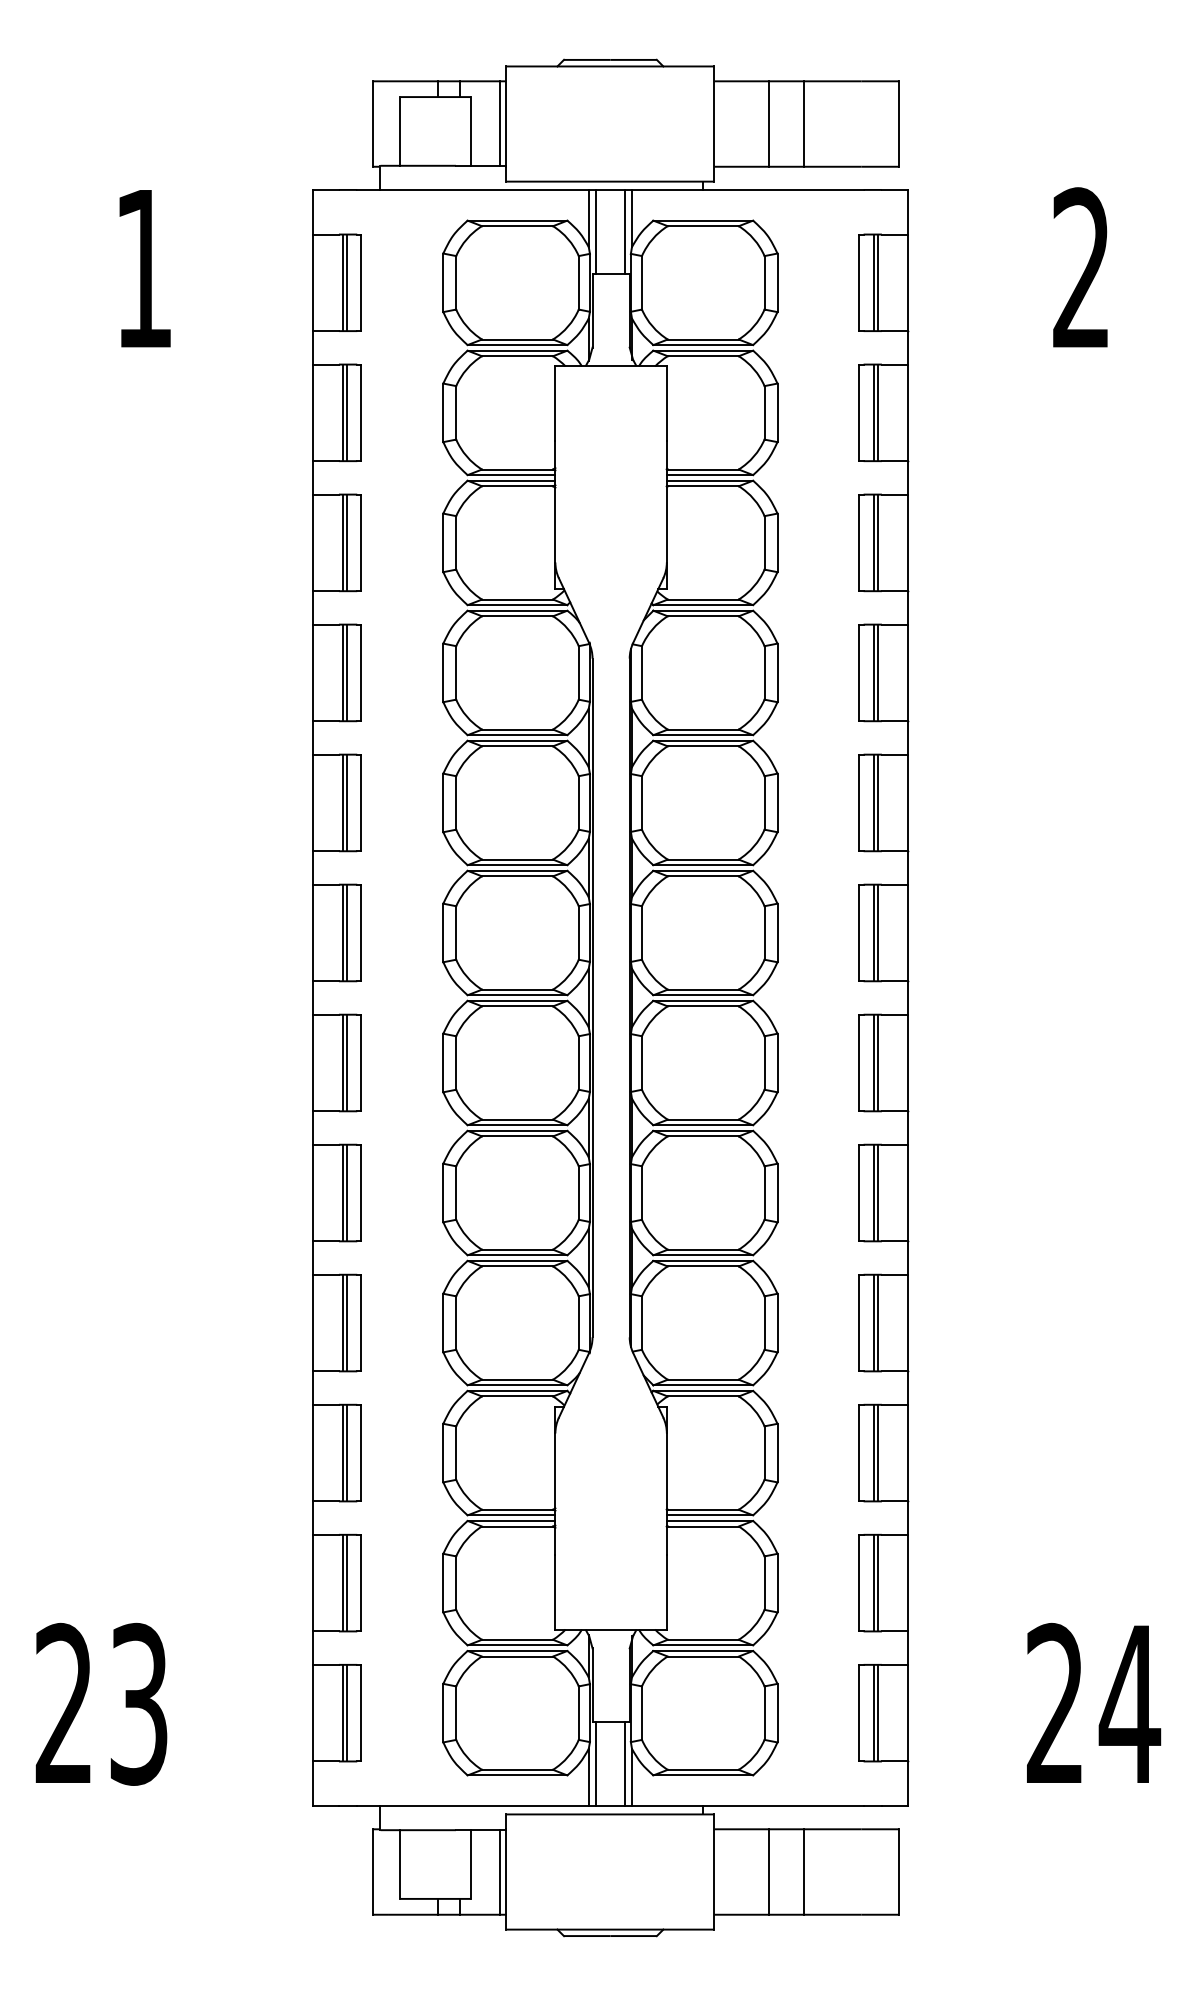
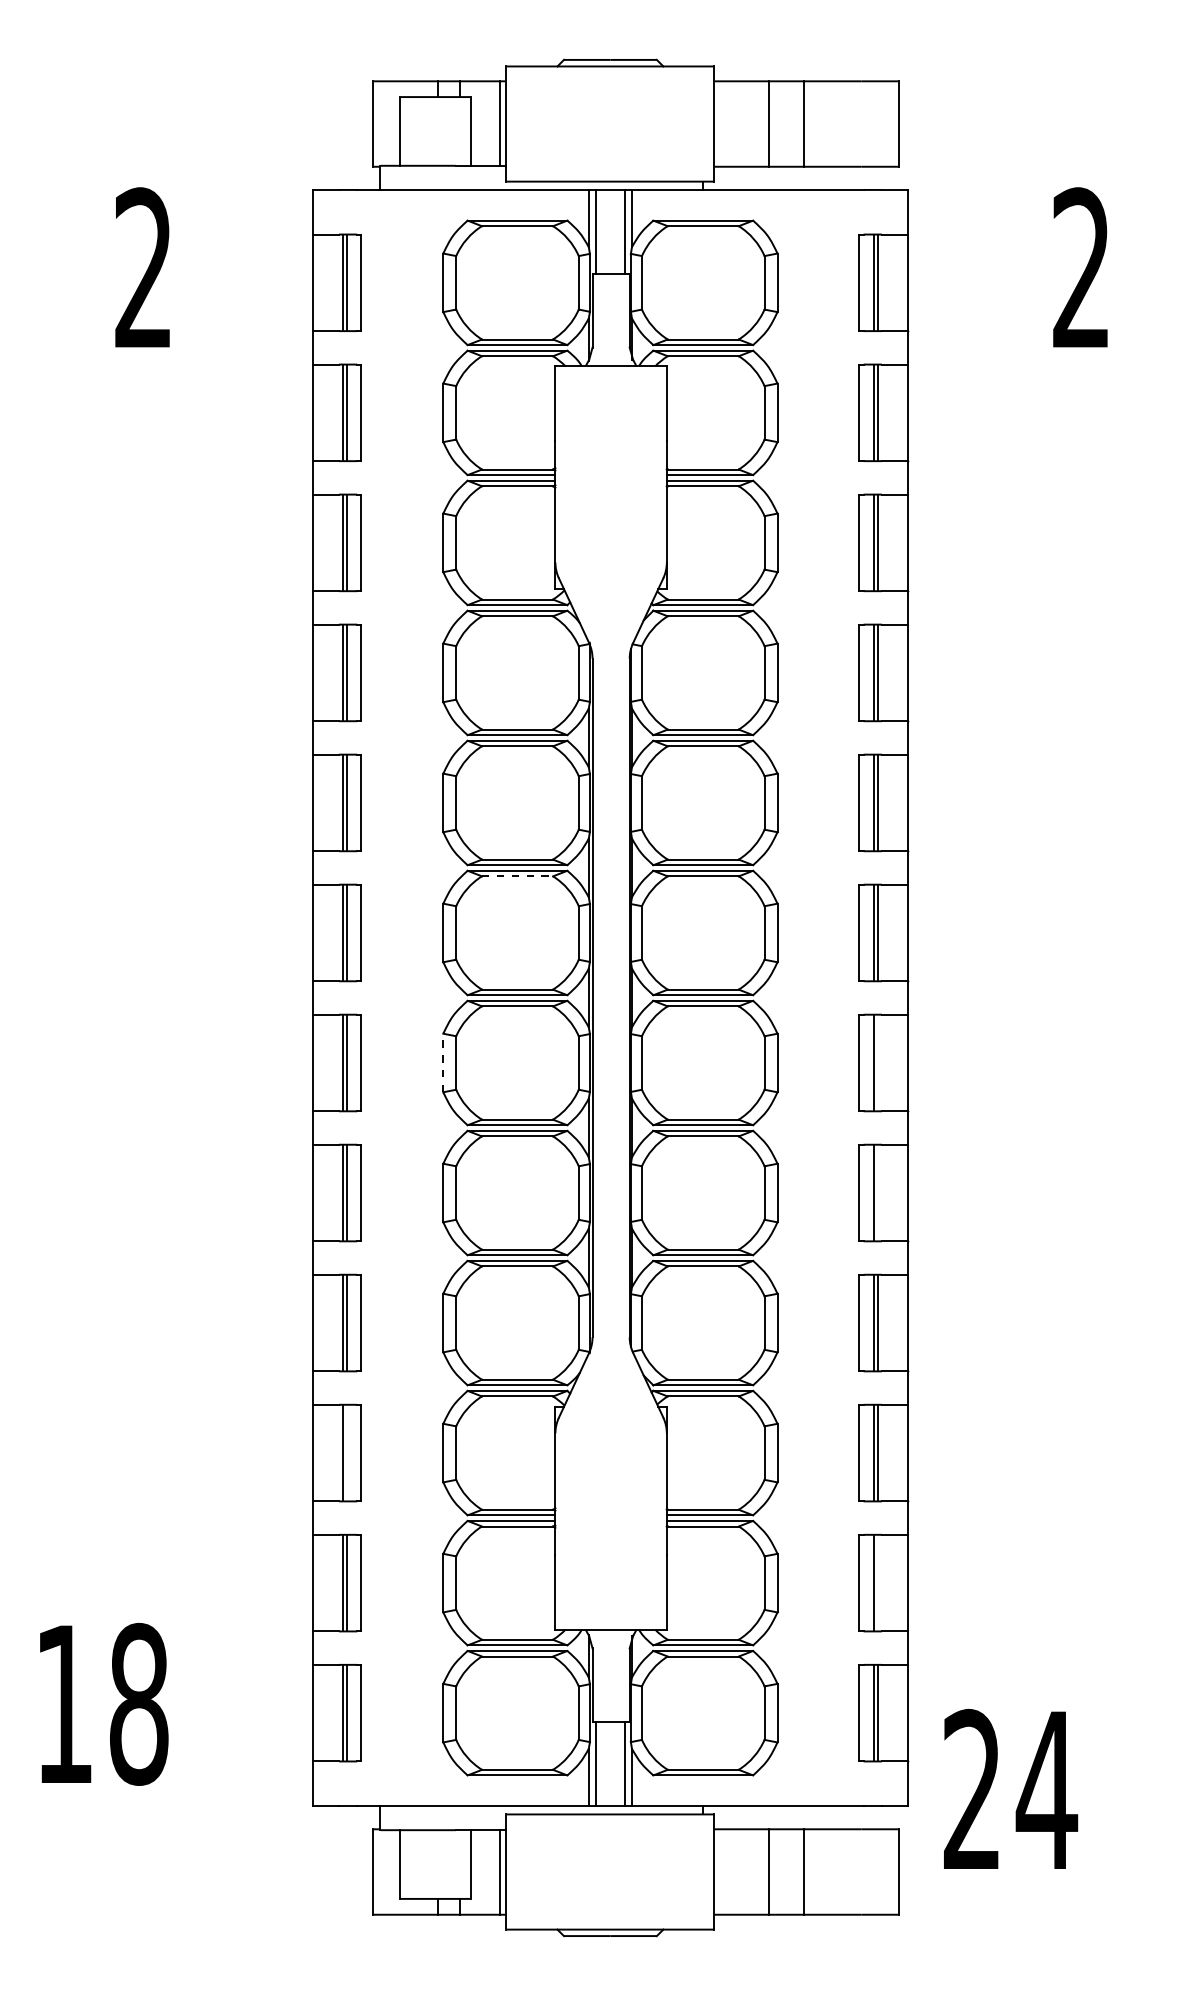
text at (142, 267): 1 -> 2
line at (517, 876): solid -> dashed
line at (443, 1062): solid -> dashed
line at (877, 1062): present -> none
line at (877, 1192): present -> none
line at (346, 1452): present -> none
line at (877, 1582): present -> none
text at (1094, 1702) position: (1094, 1702) -> (1011, 1788)
text at (101, 1703): 23 -> 18
